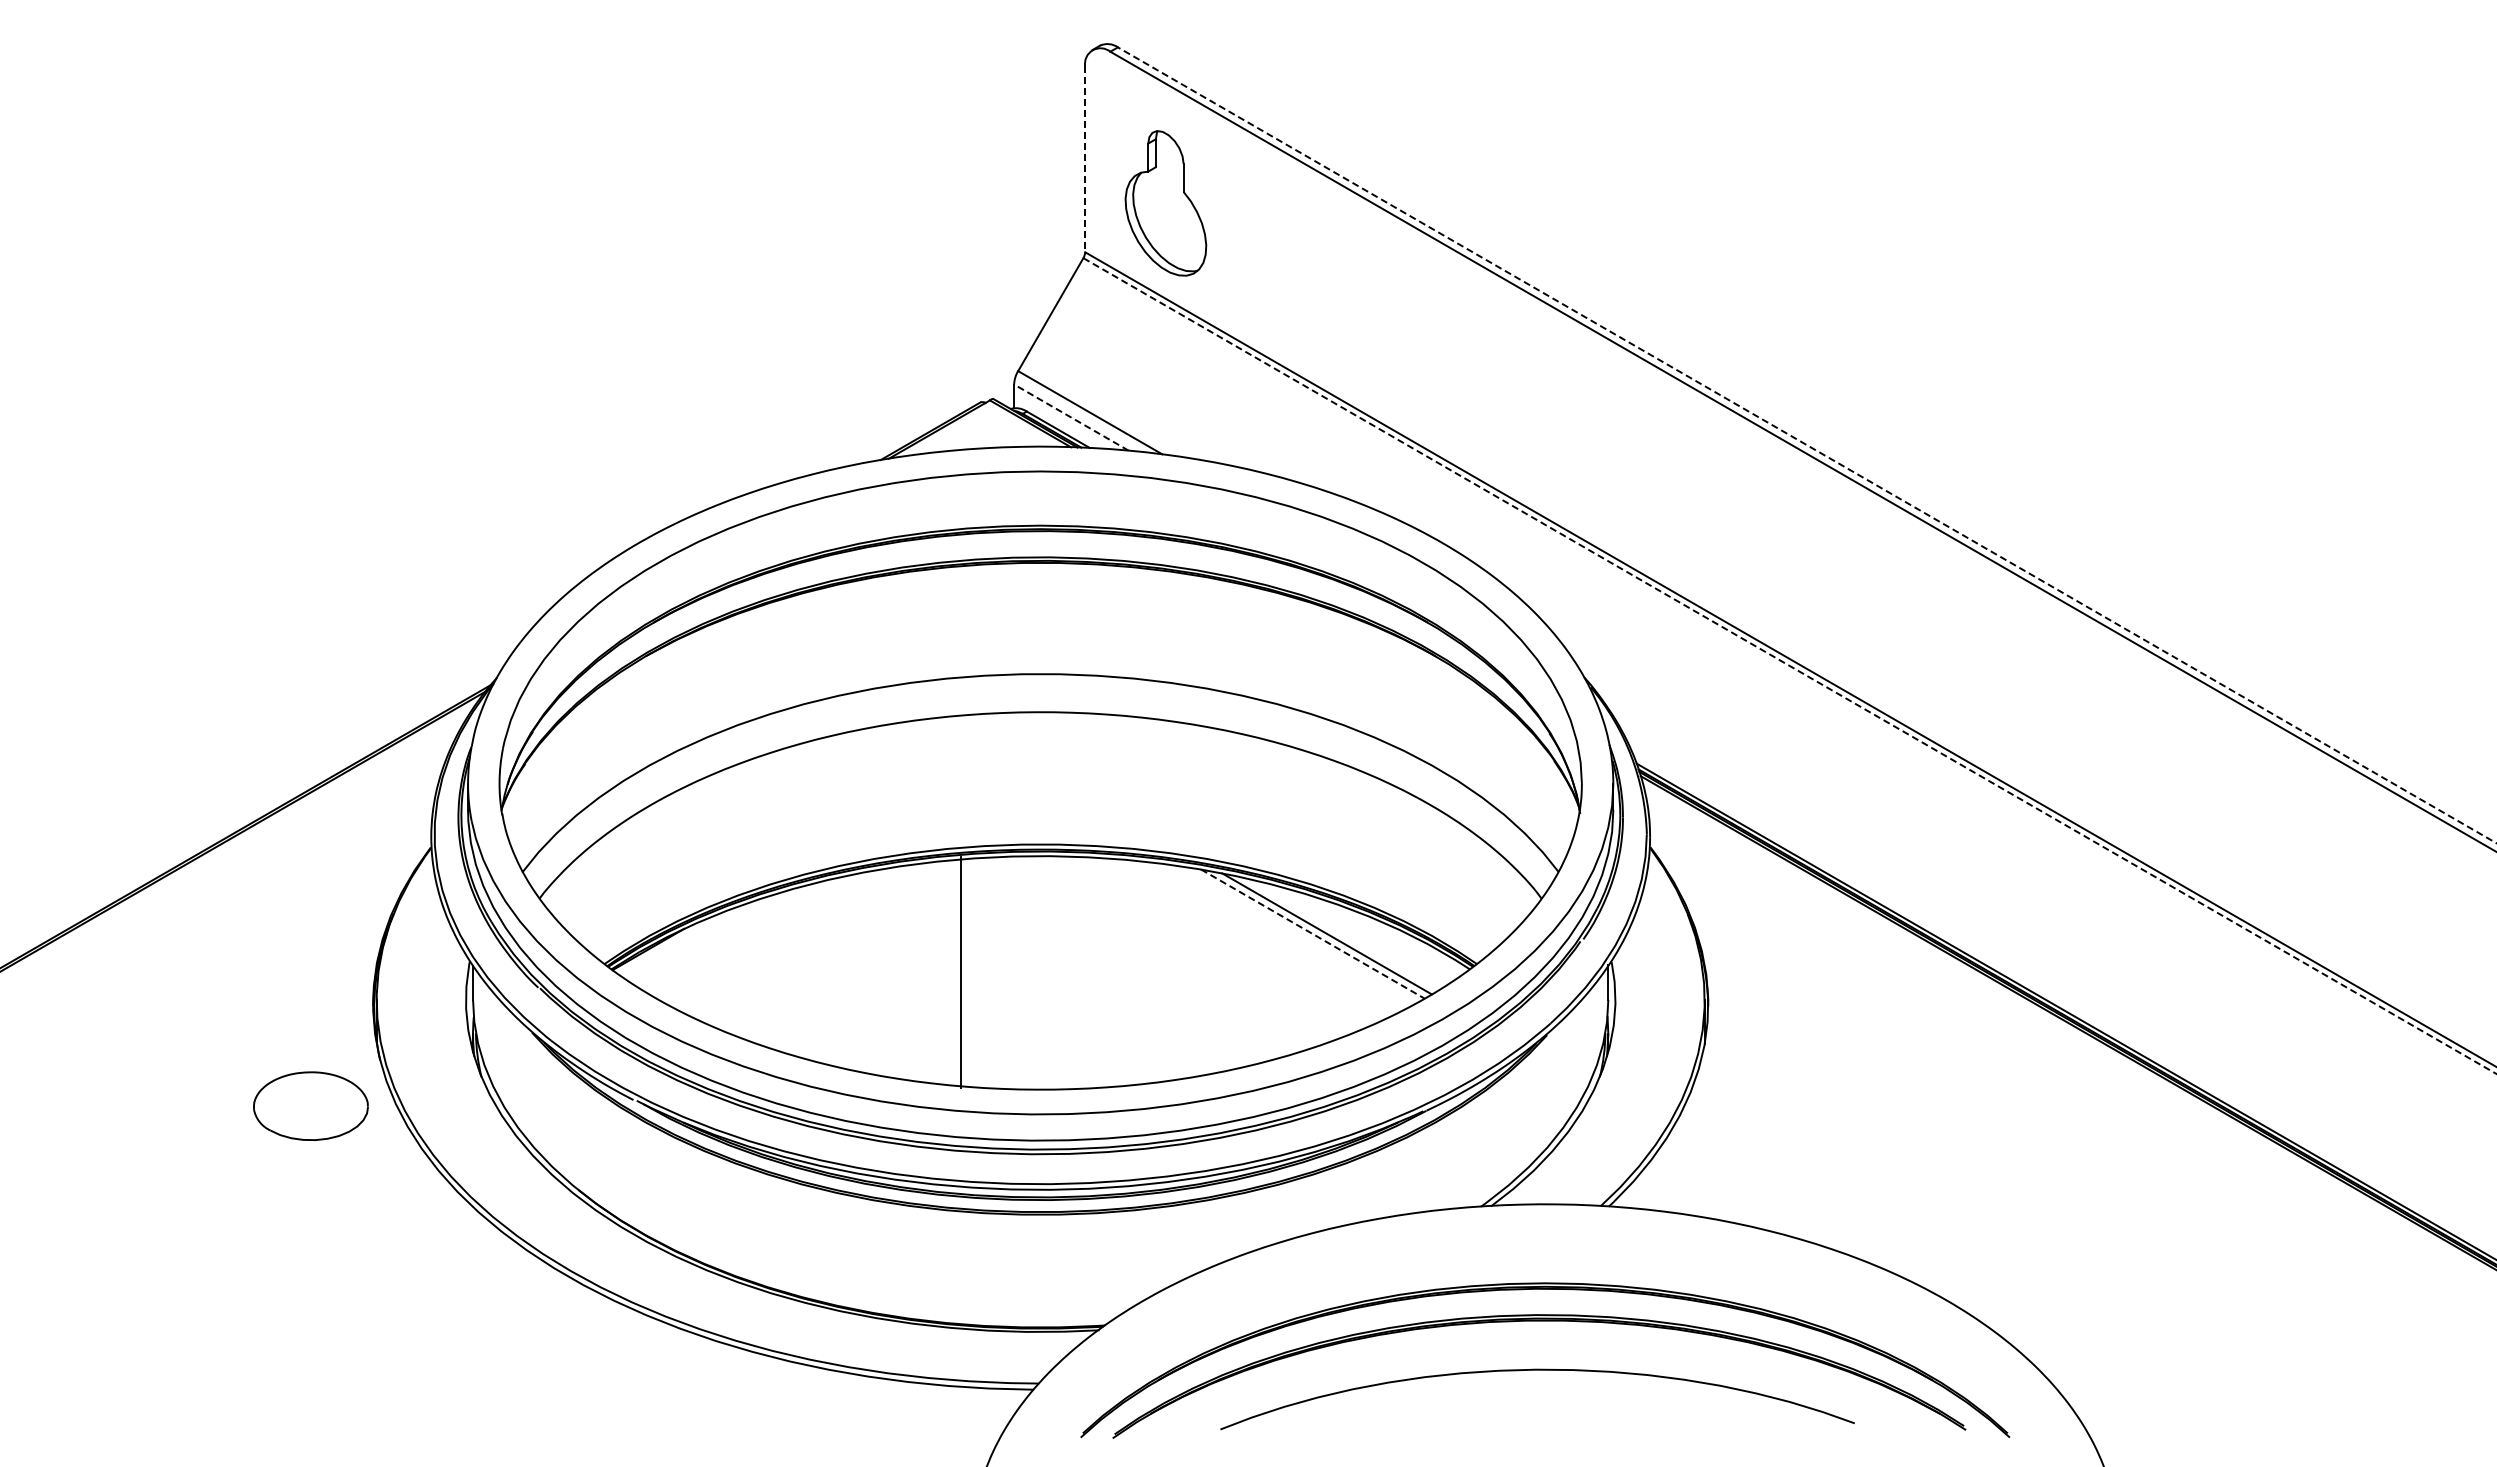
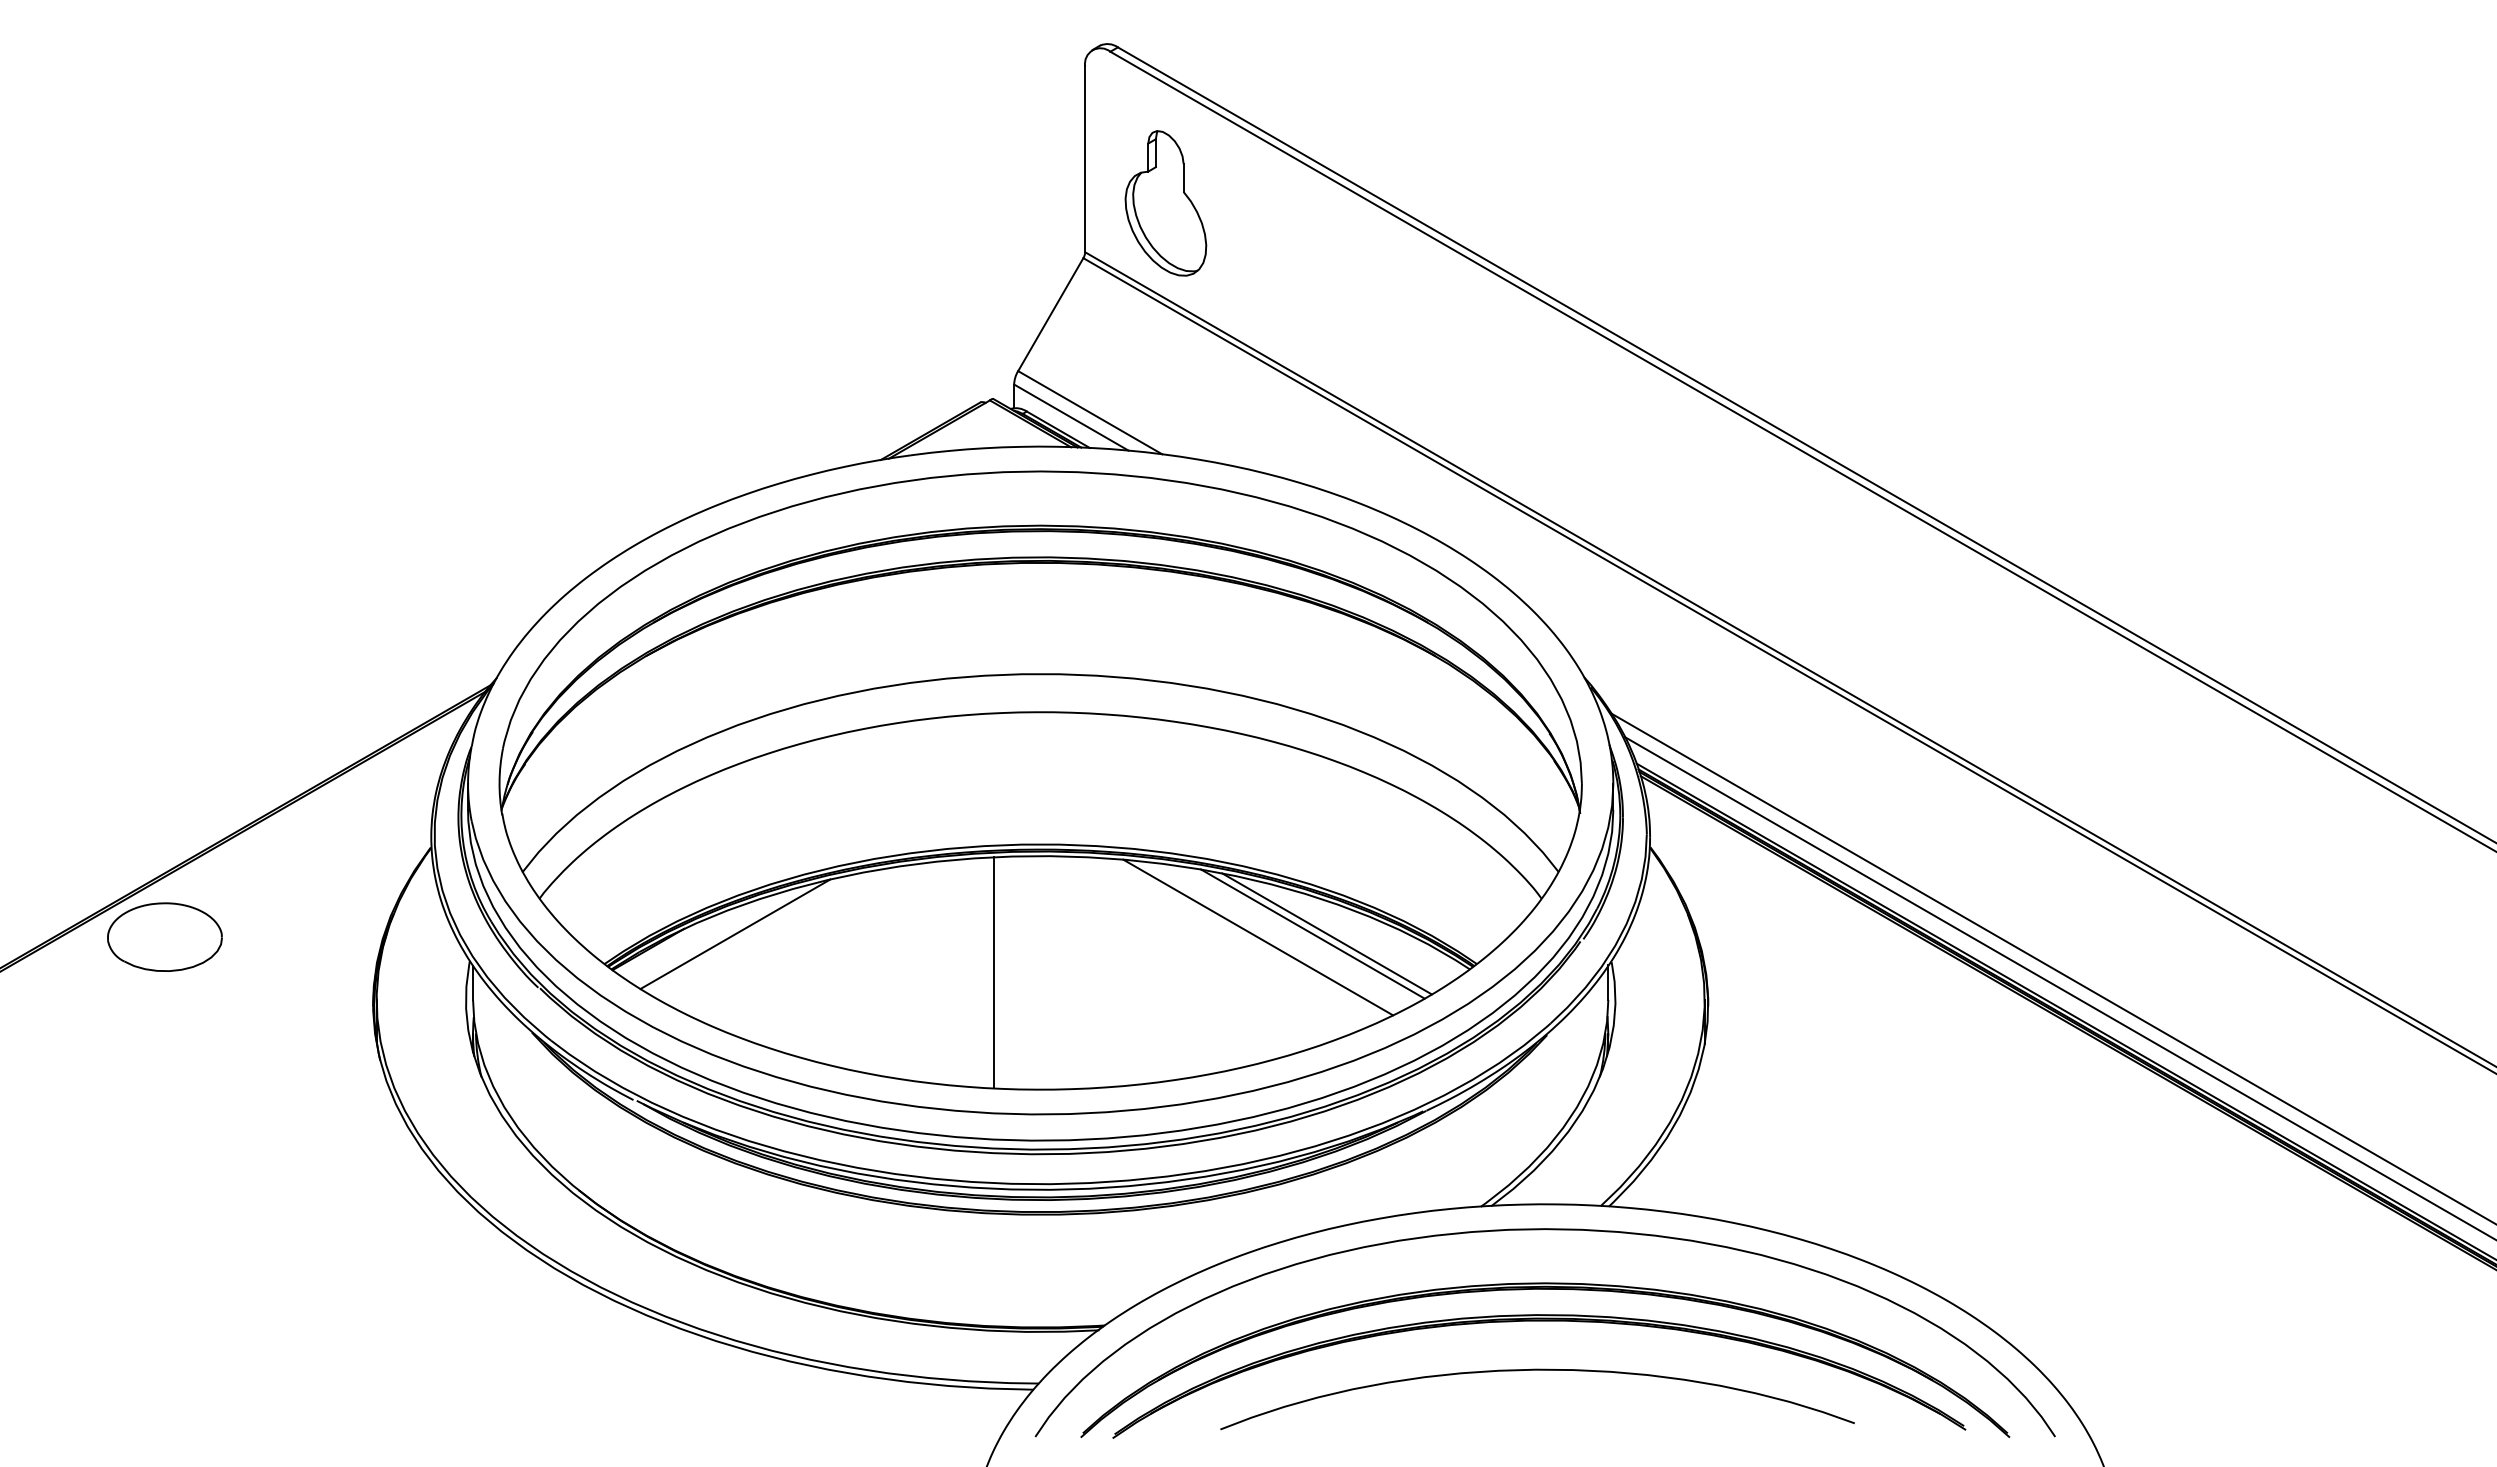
line at (1085, 159): dashed -> solid
line at (1071, 417): dashed -> solid
line at (1807, 445): dashed -> solid
line at (1789, 666): dashed -> solid
line at (735, 933): none -> present
line at (1313, 934): dashed -> solid
line at (1258, 937): none -> present
line at (2052, 968): none -> present
line at (961, 972) position: (961, 972) -> (994, 972)
line at (2059, 987): none -> present
part at (310, 1105) position: (310, 1105) -> (164, 936)
curve at (1542, 1230): none -> present
